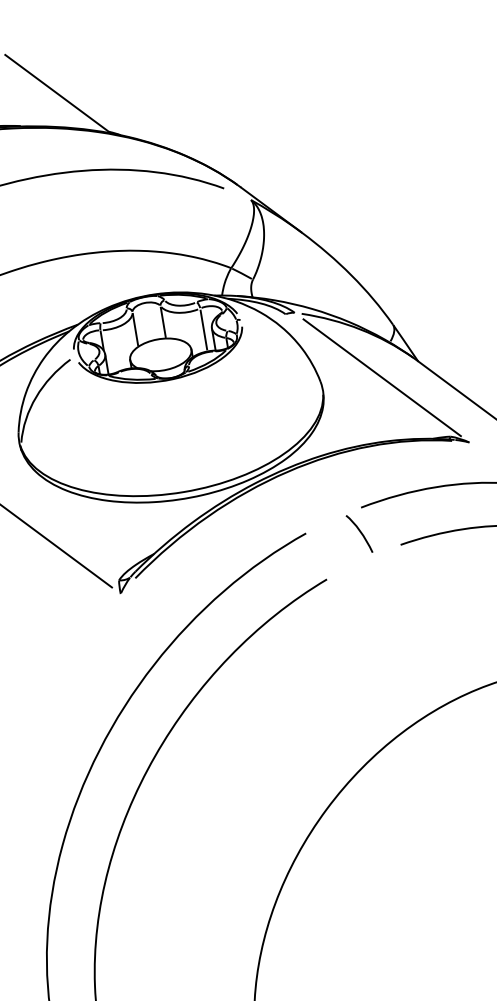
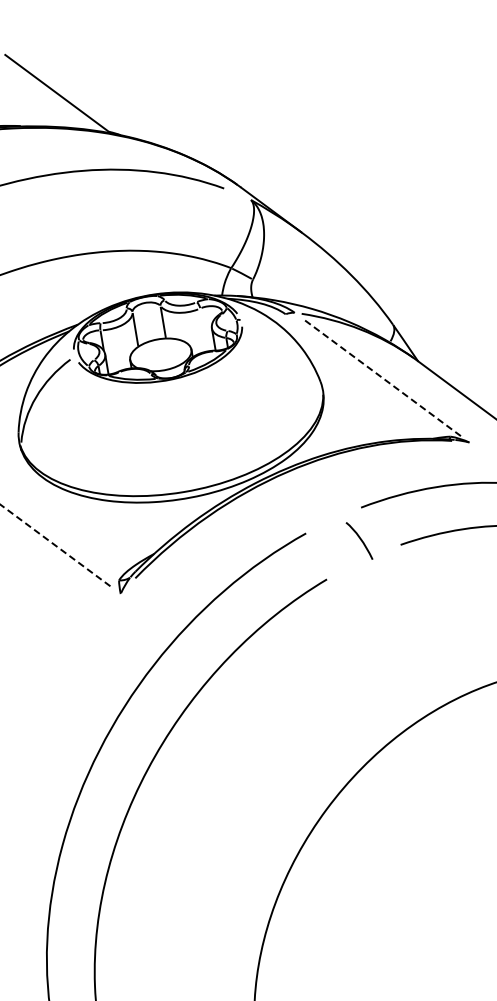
line at (203, 329): present -> none
line at (382, 377): solid -> dashed
curve at (359, 532) position: (359, 532) -> (359, 539)
line at (56, 546): solid -> dashed
